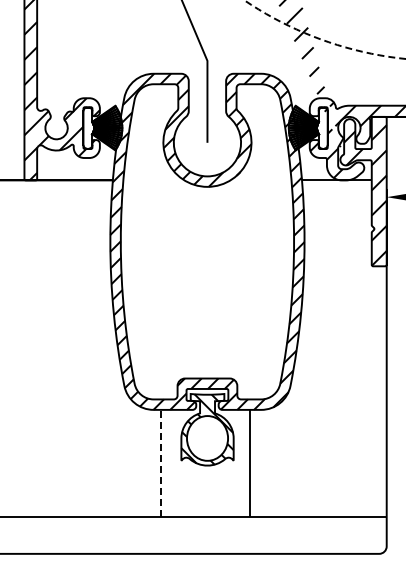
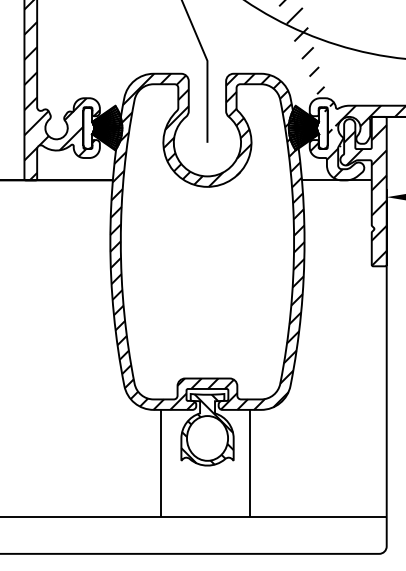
circle at (324, 29): dashed -> solid
line at (160, 462): dashed -> solid
